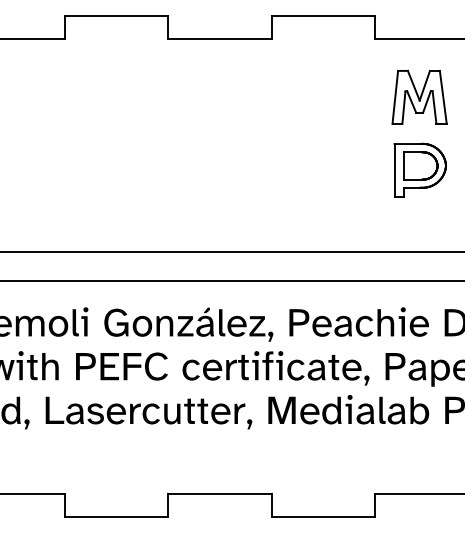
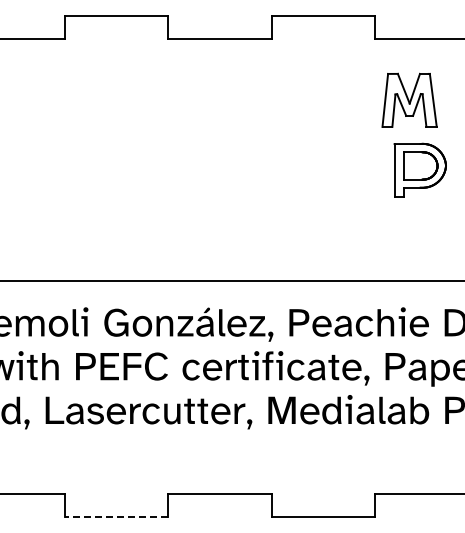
part at (419, 96) position: (419, 96) -> (409, 99)
line at (231, 252): present -> none
line at (116, 517): solid -> dashed
